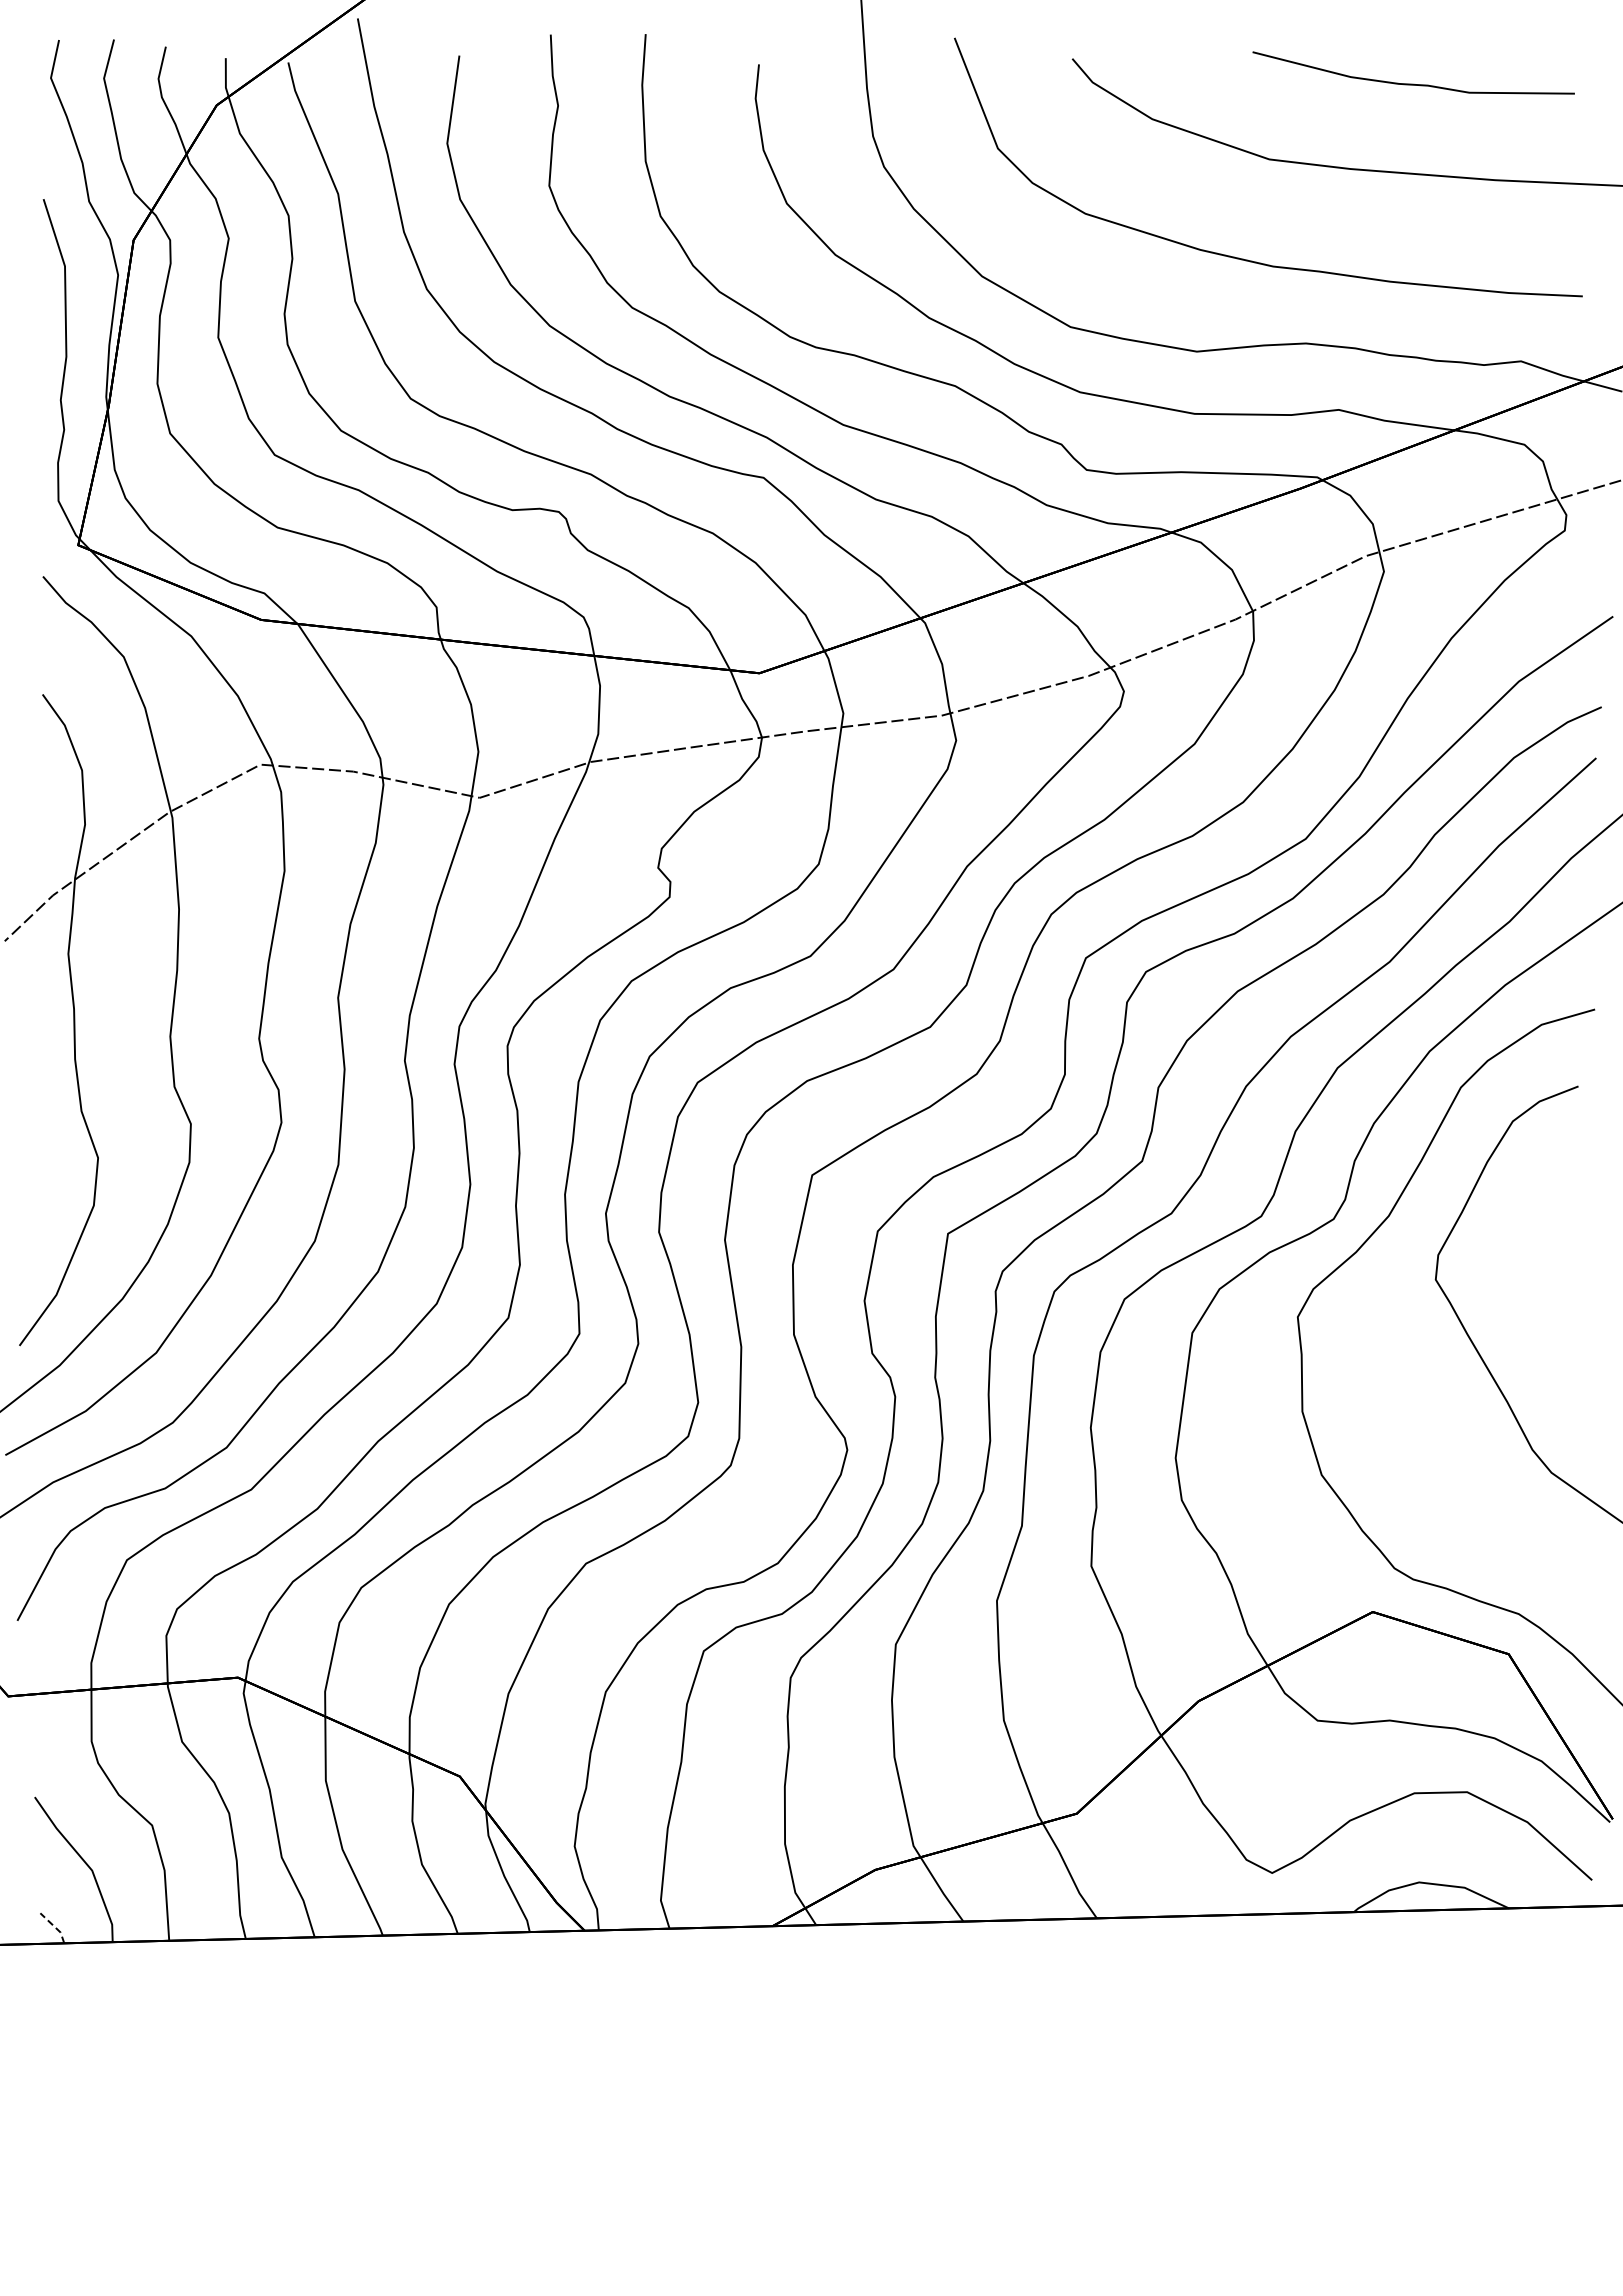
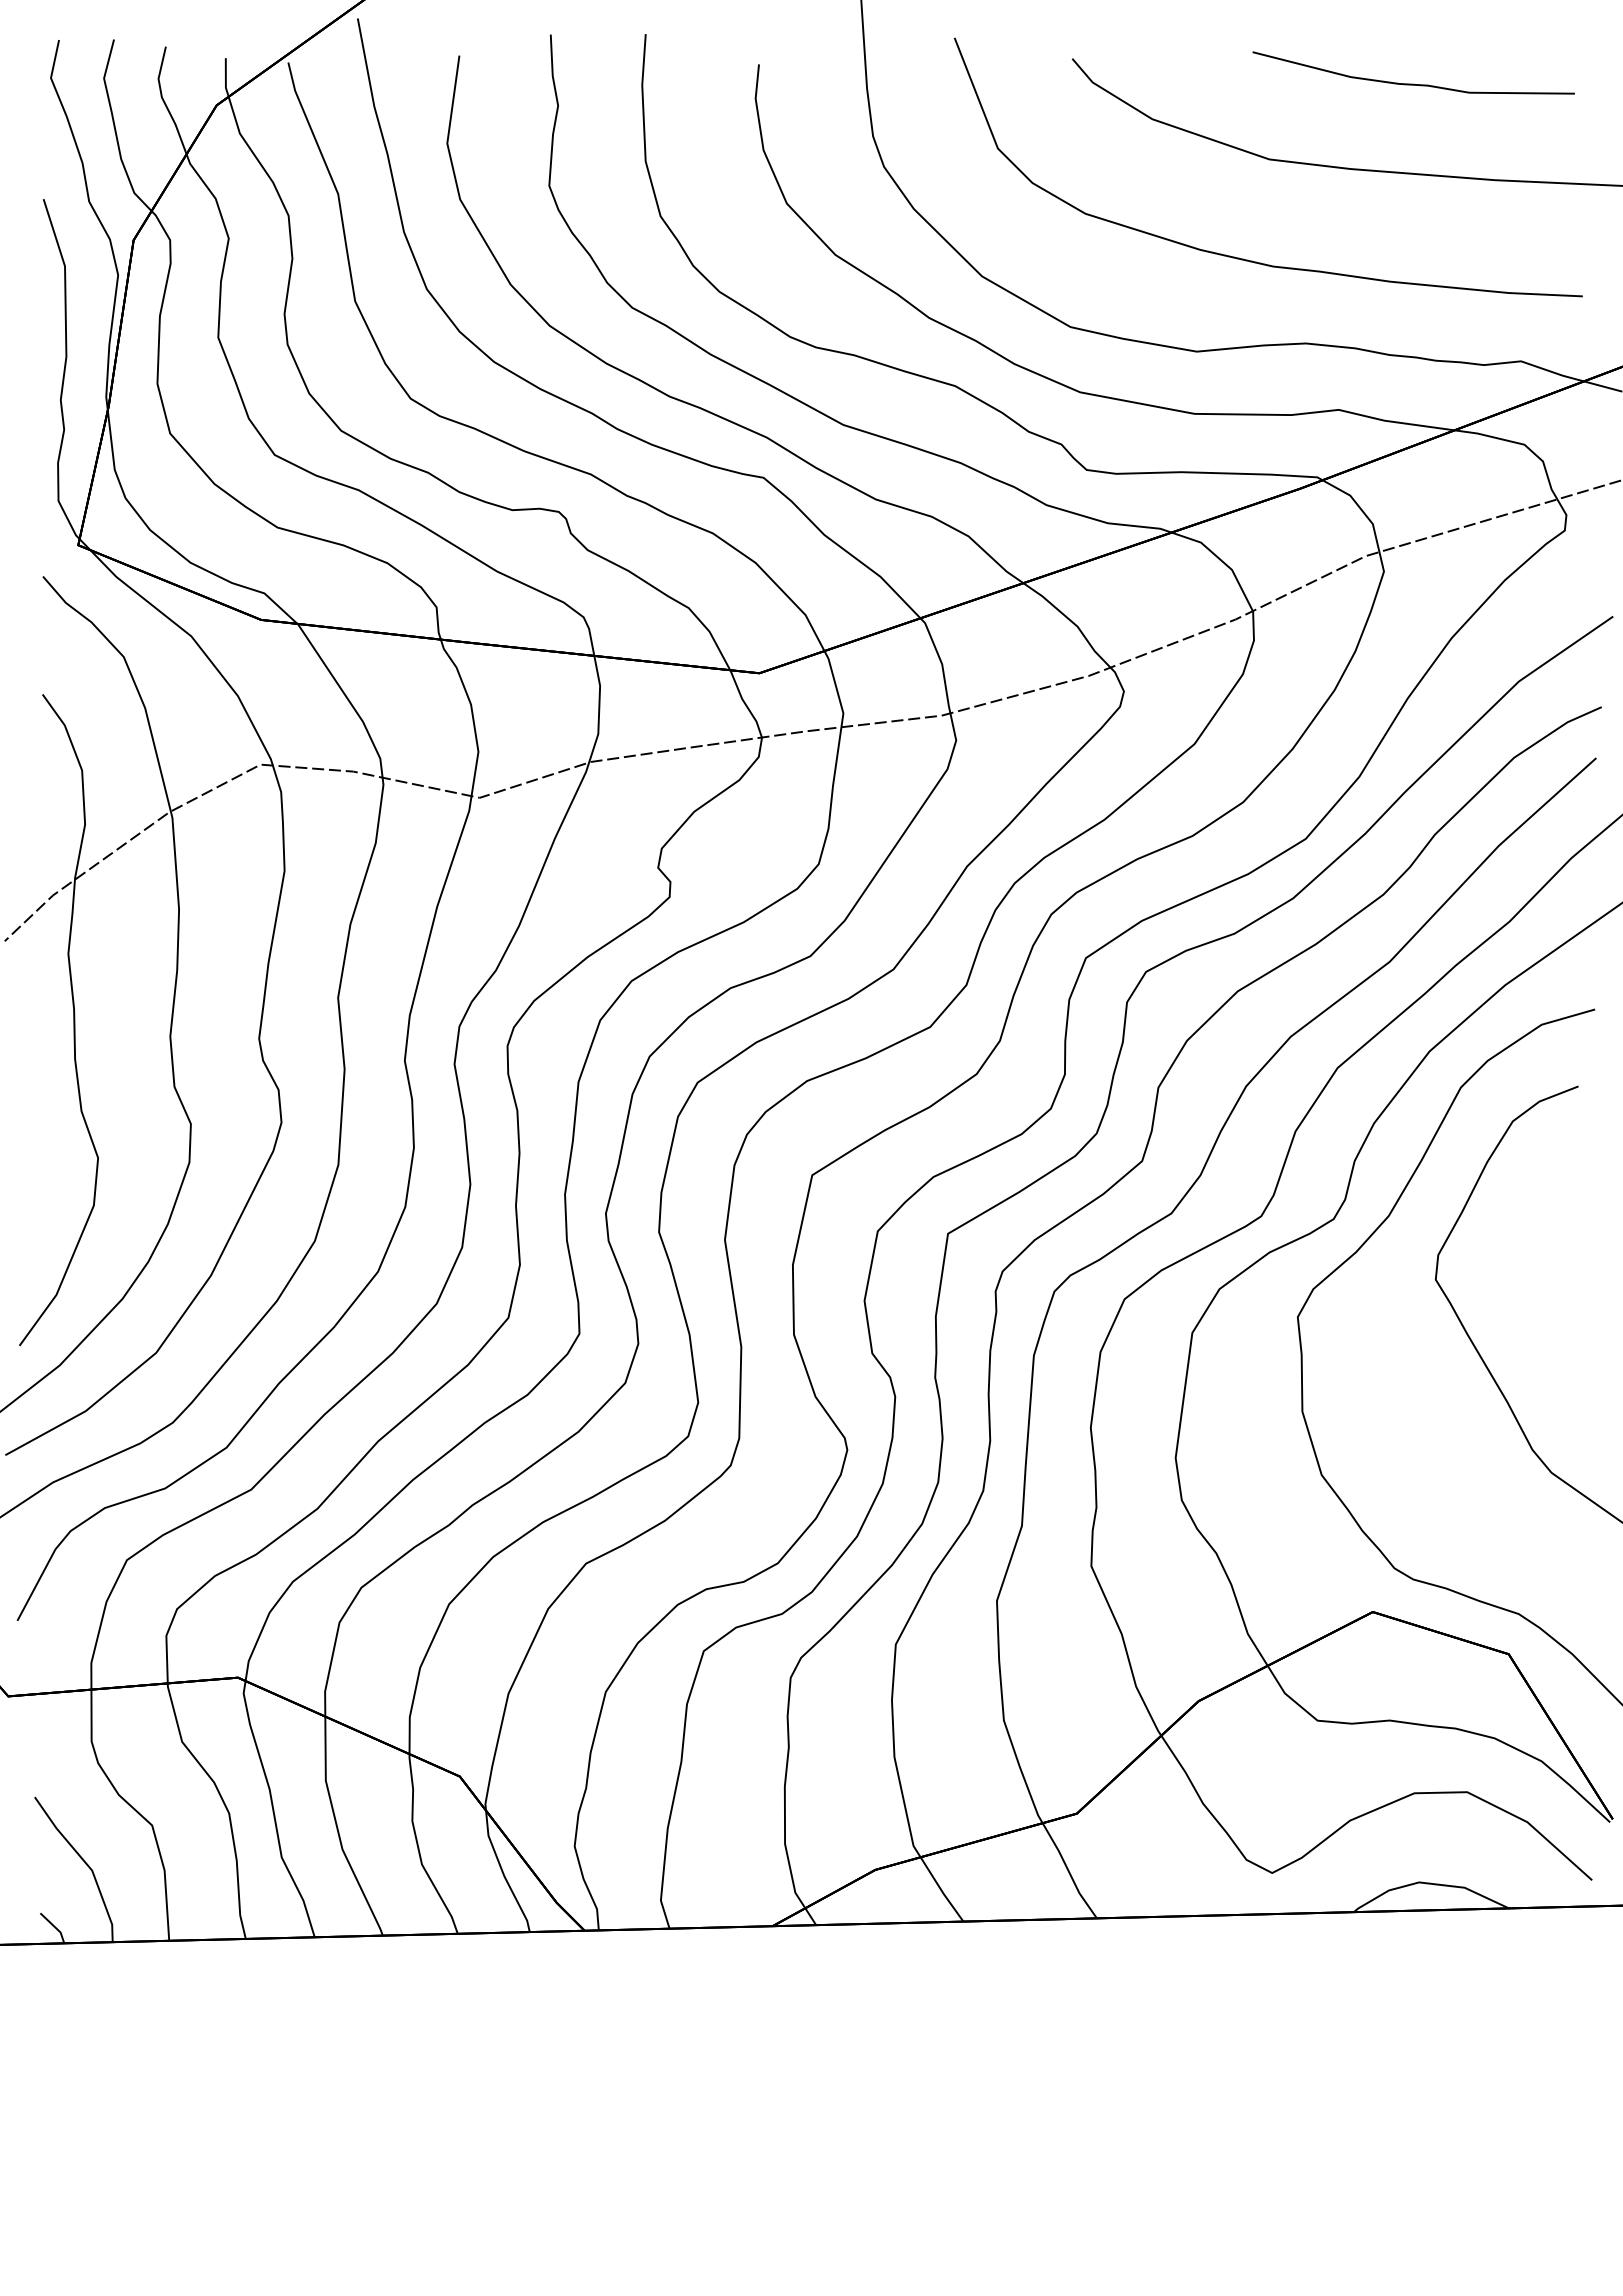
line at (54, 1927): dashed -> solid
